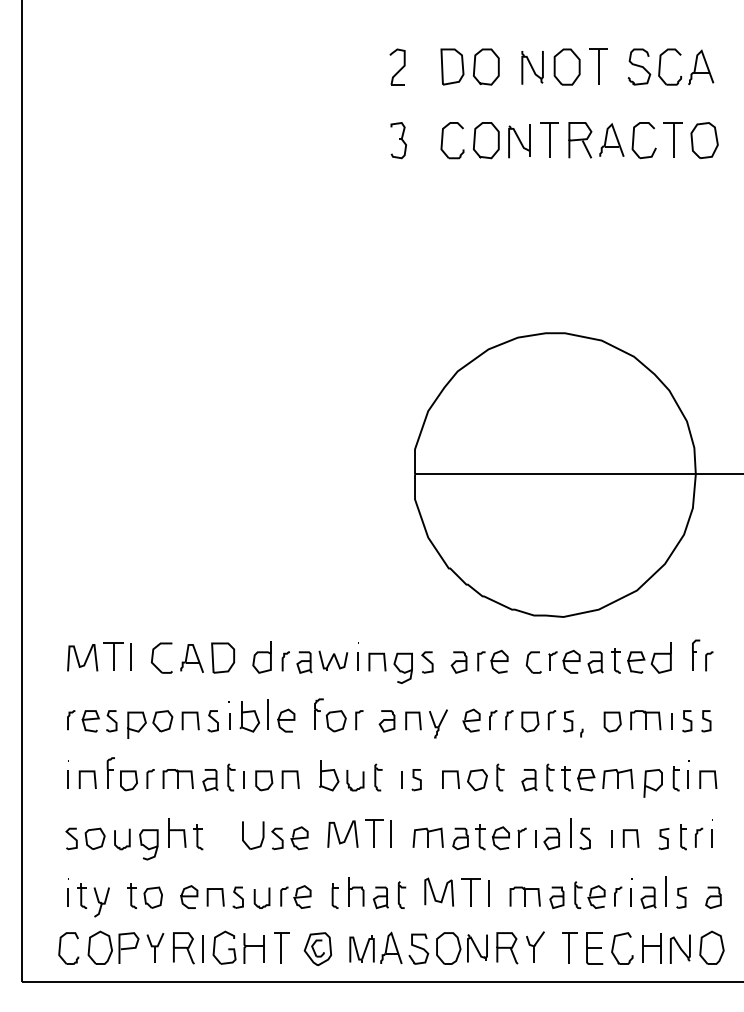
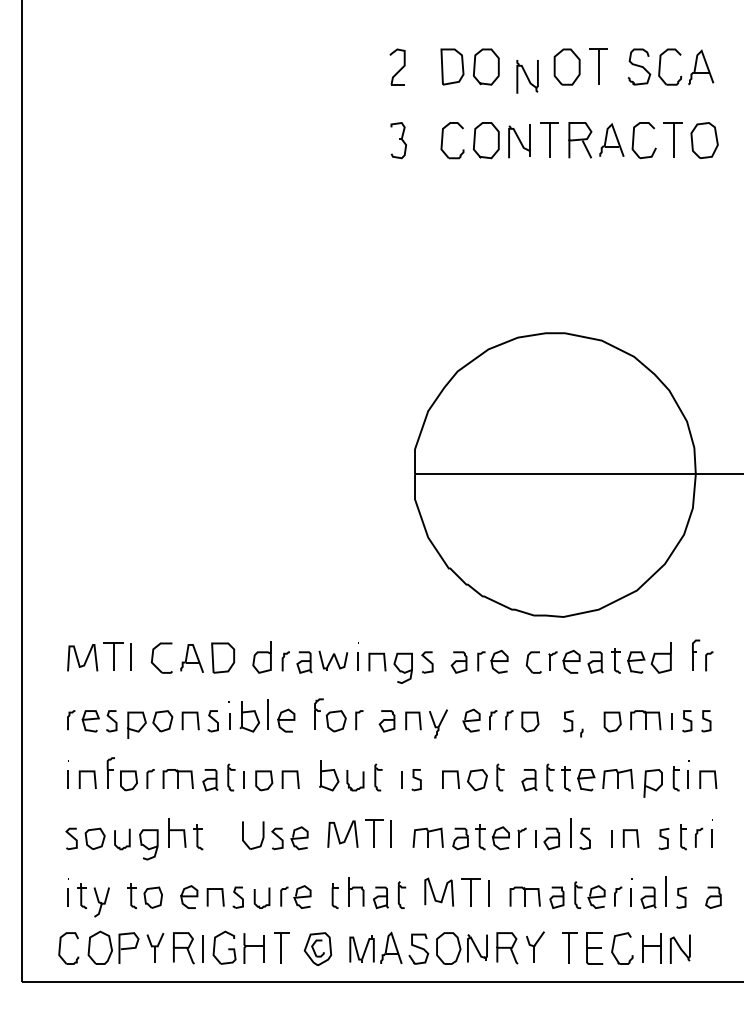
part at (532, 67) position: (532, 67) -> (527, 76)
curve at (549, 720): present -> none
part at (711, 947): present -> none
